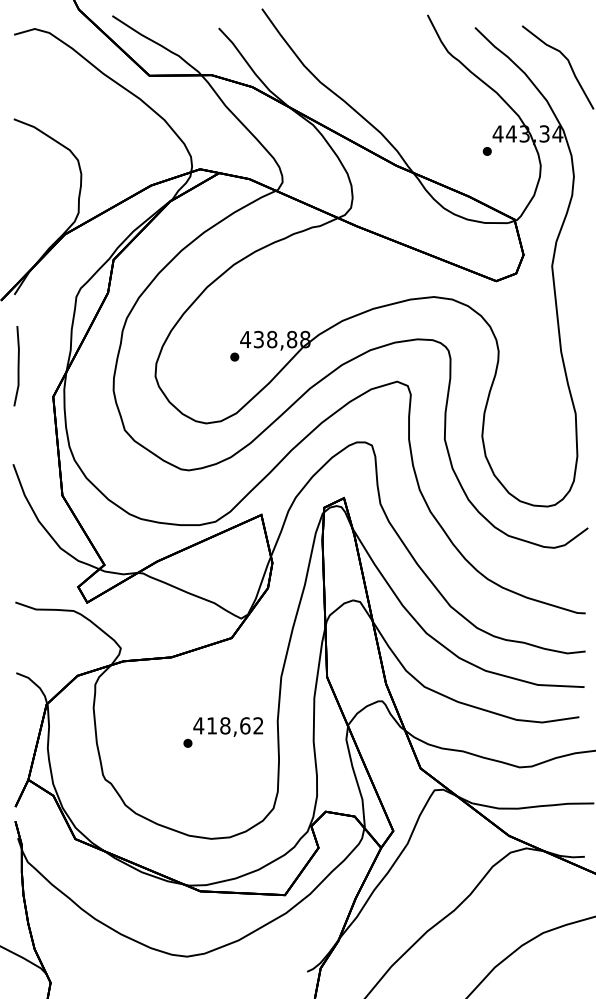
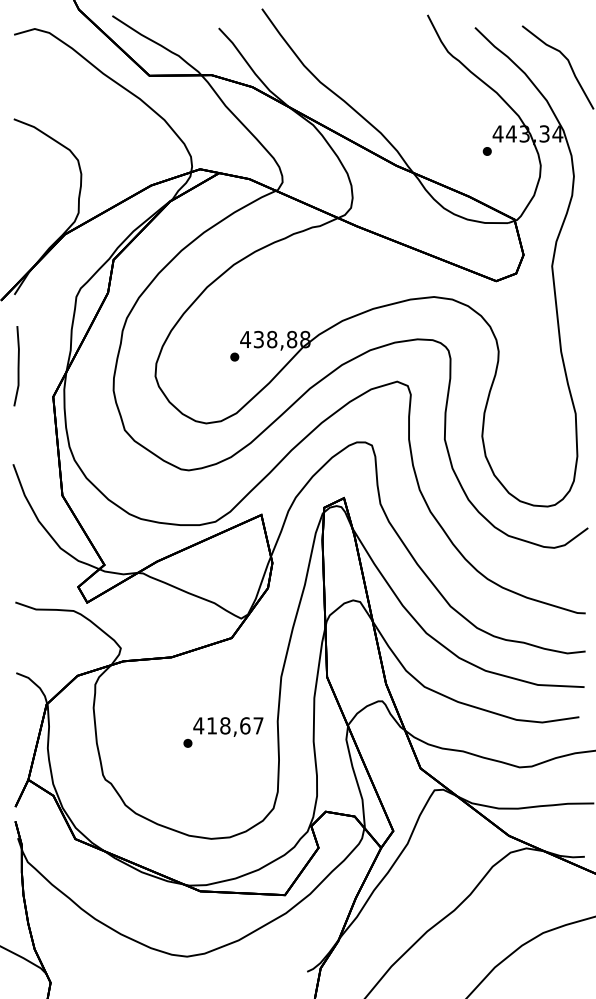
text at (258, 725): 418,62 -> 418,67
